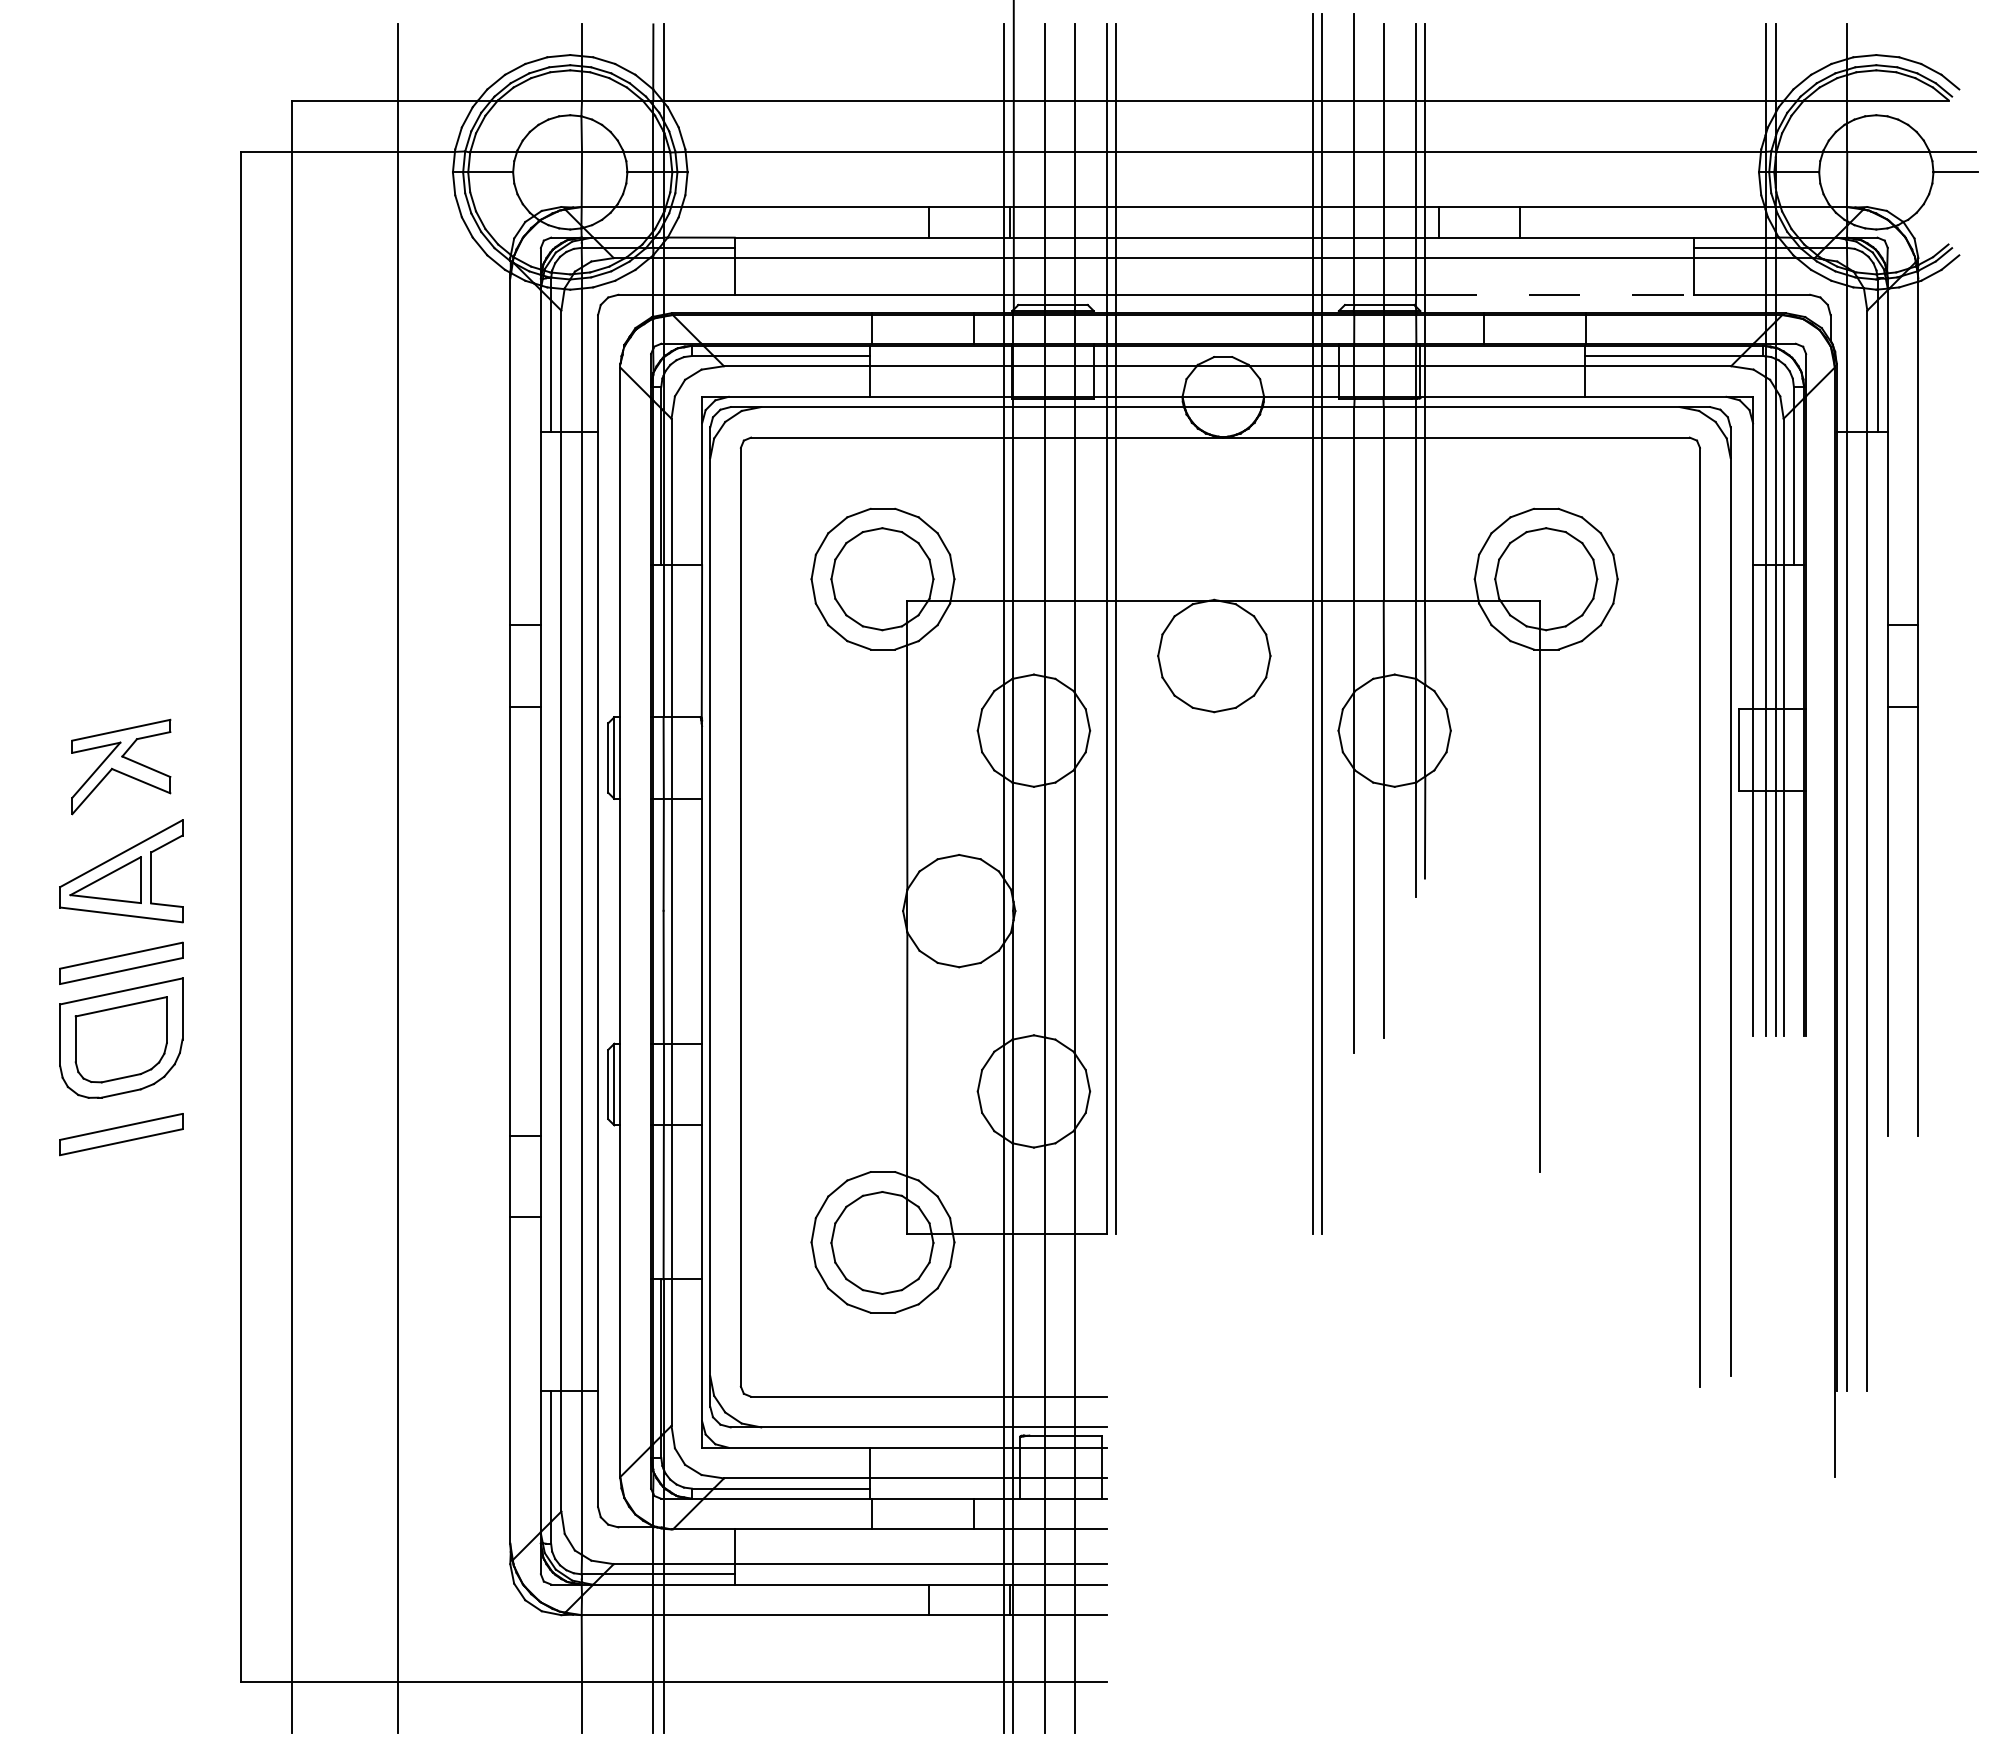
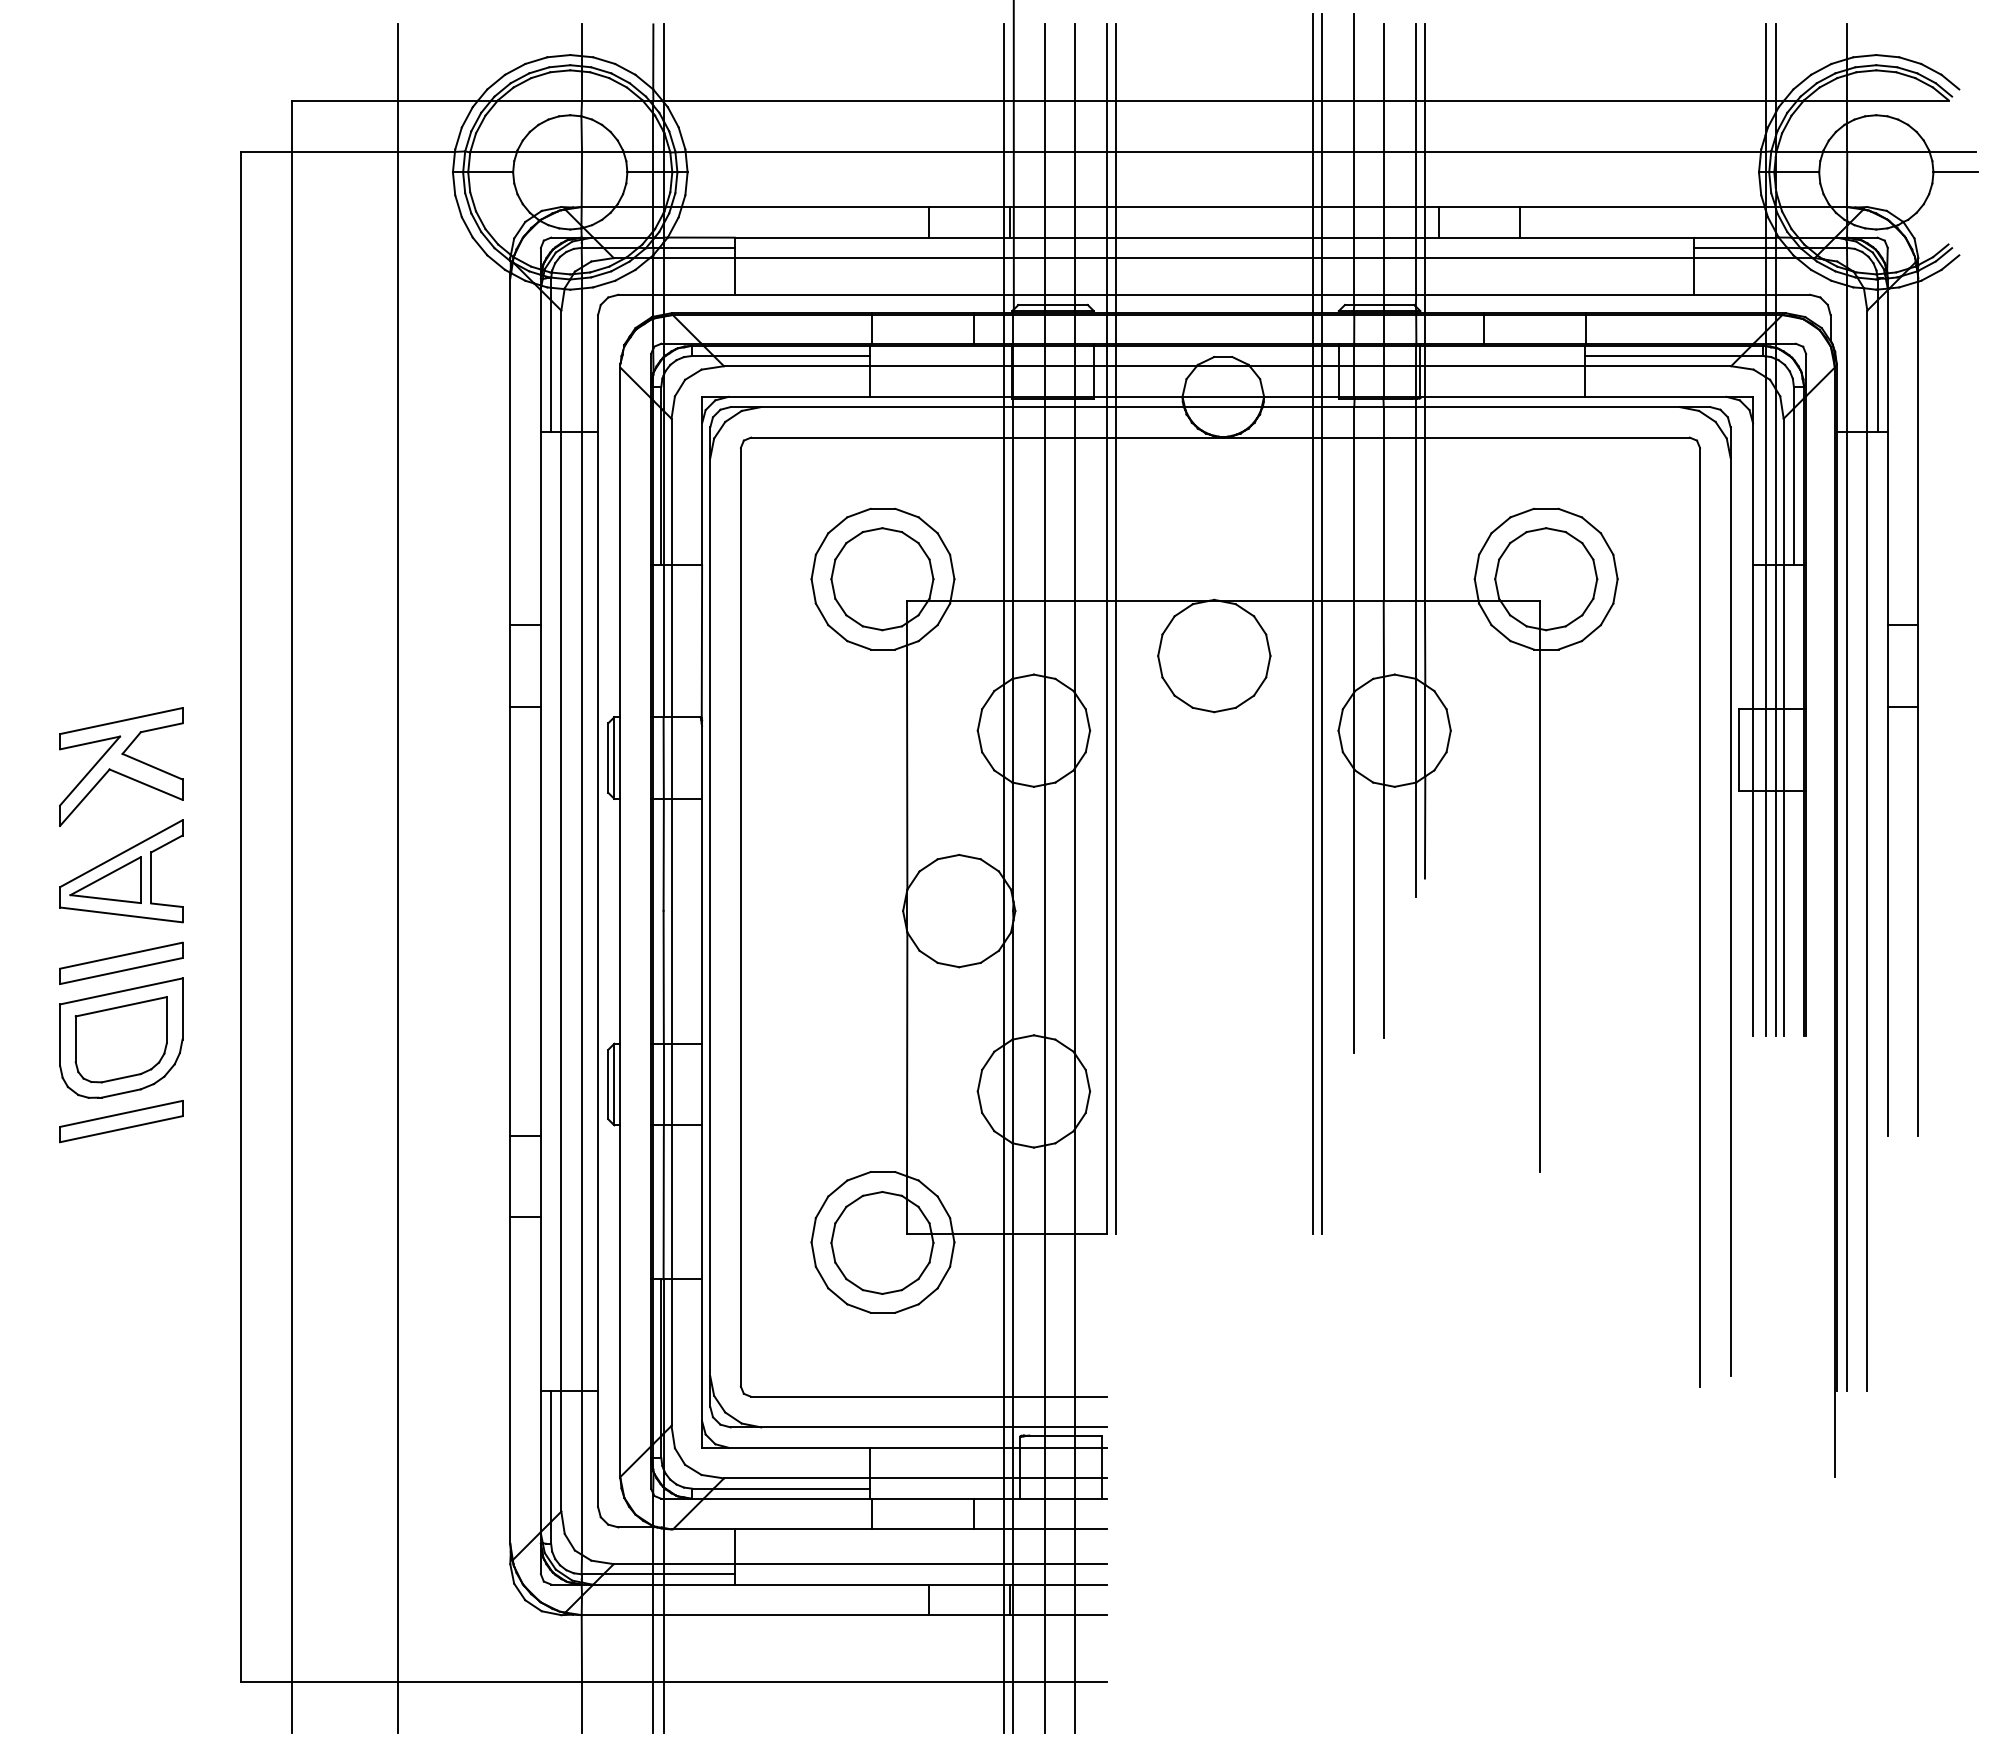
line at (1559, 294): dashed -> solid
part at (121, 766) size: 101x98 px -> 125x120 px
part at (121, 1134) position: (121, 1134) -> (121, 1121)
